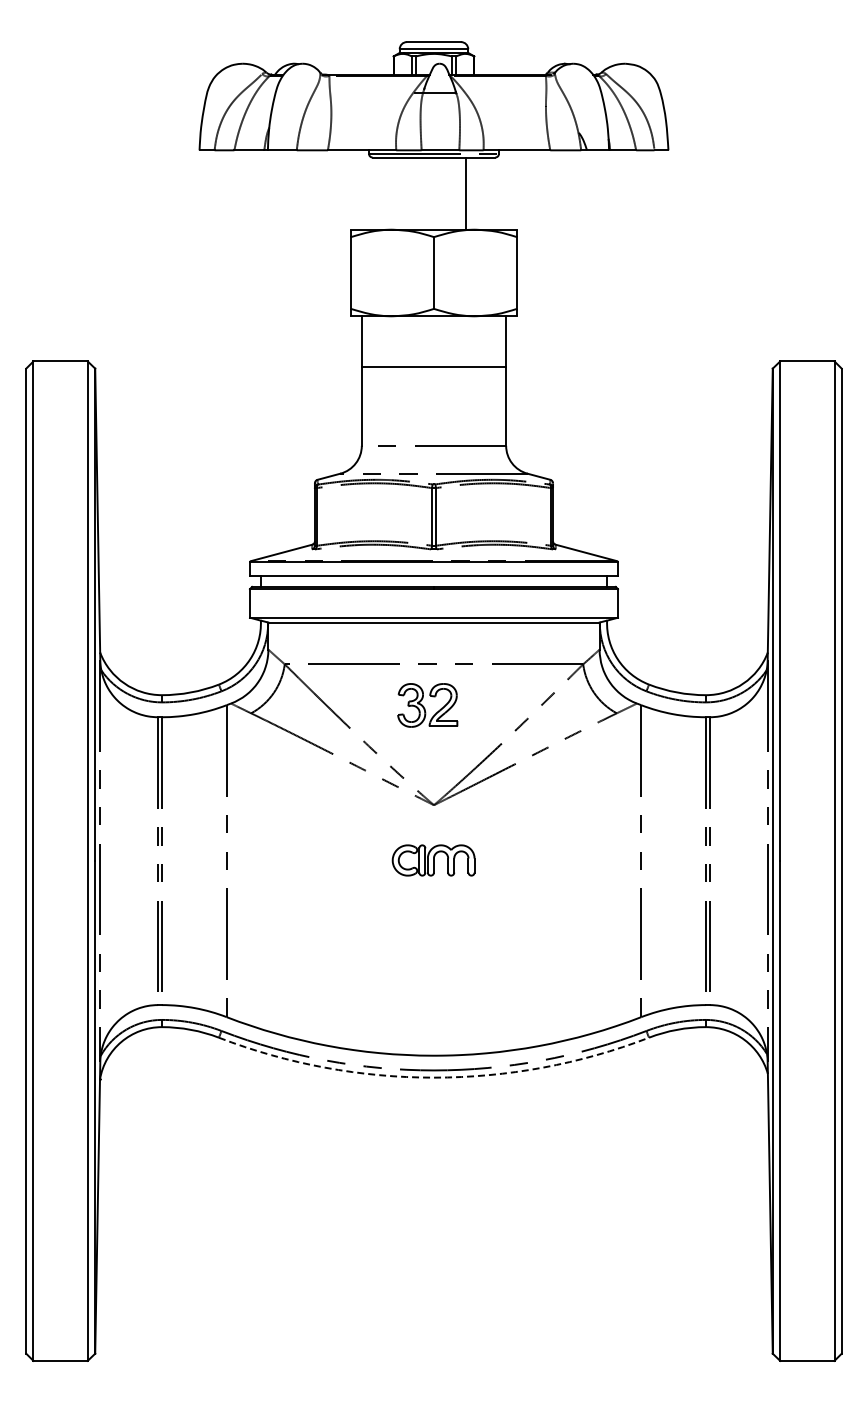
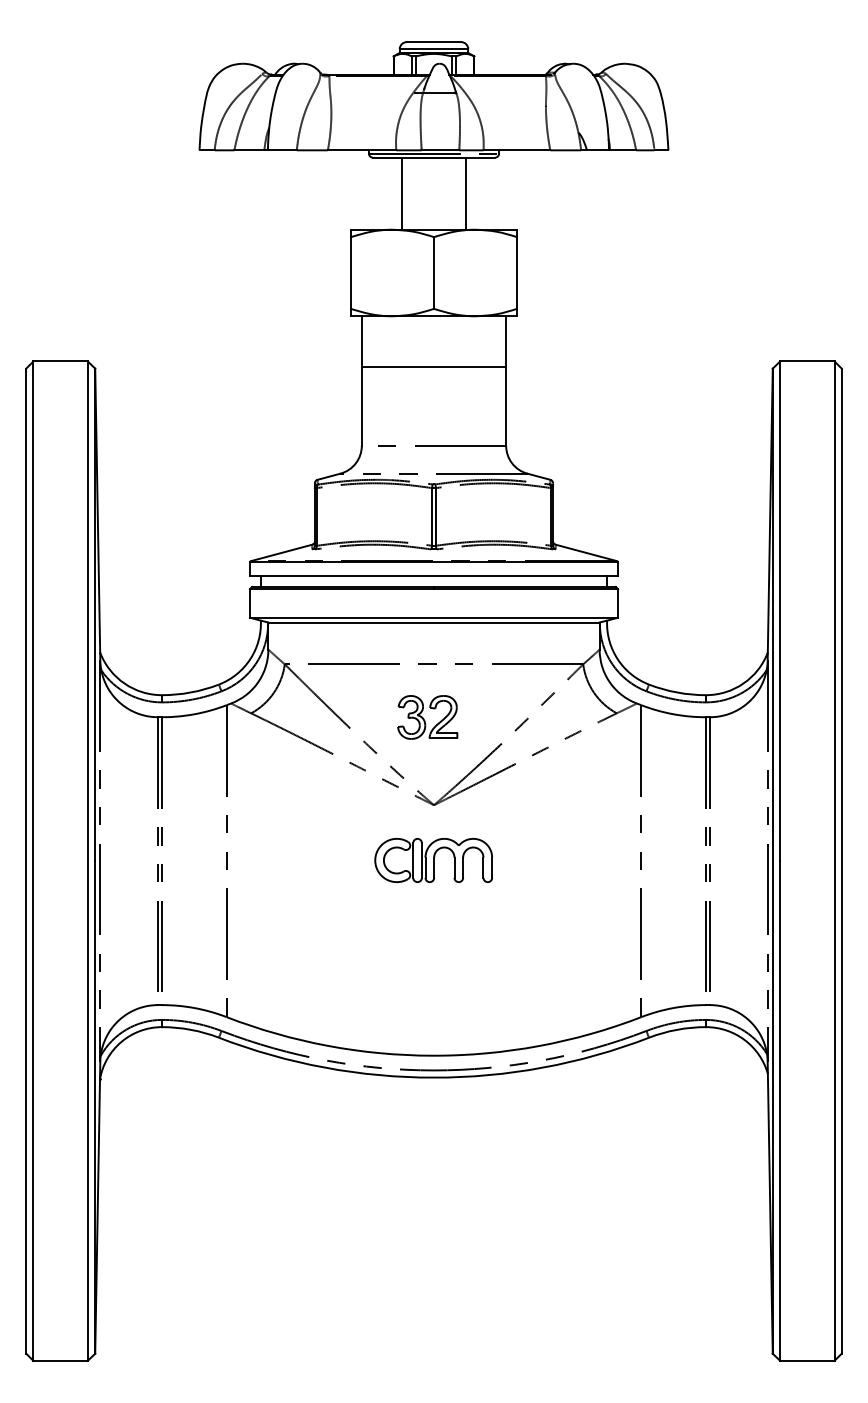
line at (401, 193): none -> present
part at (427, 705) position: (427, 705) -> (427, 717)
part at (433, 860) size: 85x33 px -> 119x45 px
arc at (433, 1077): dashed -> solid
